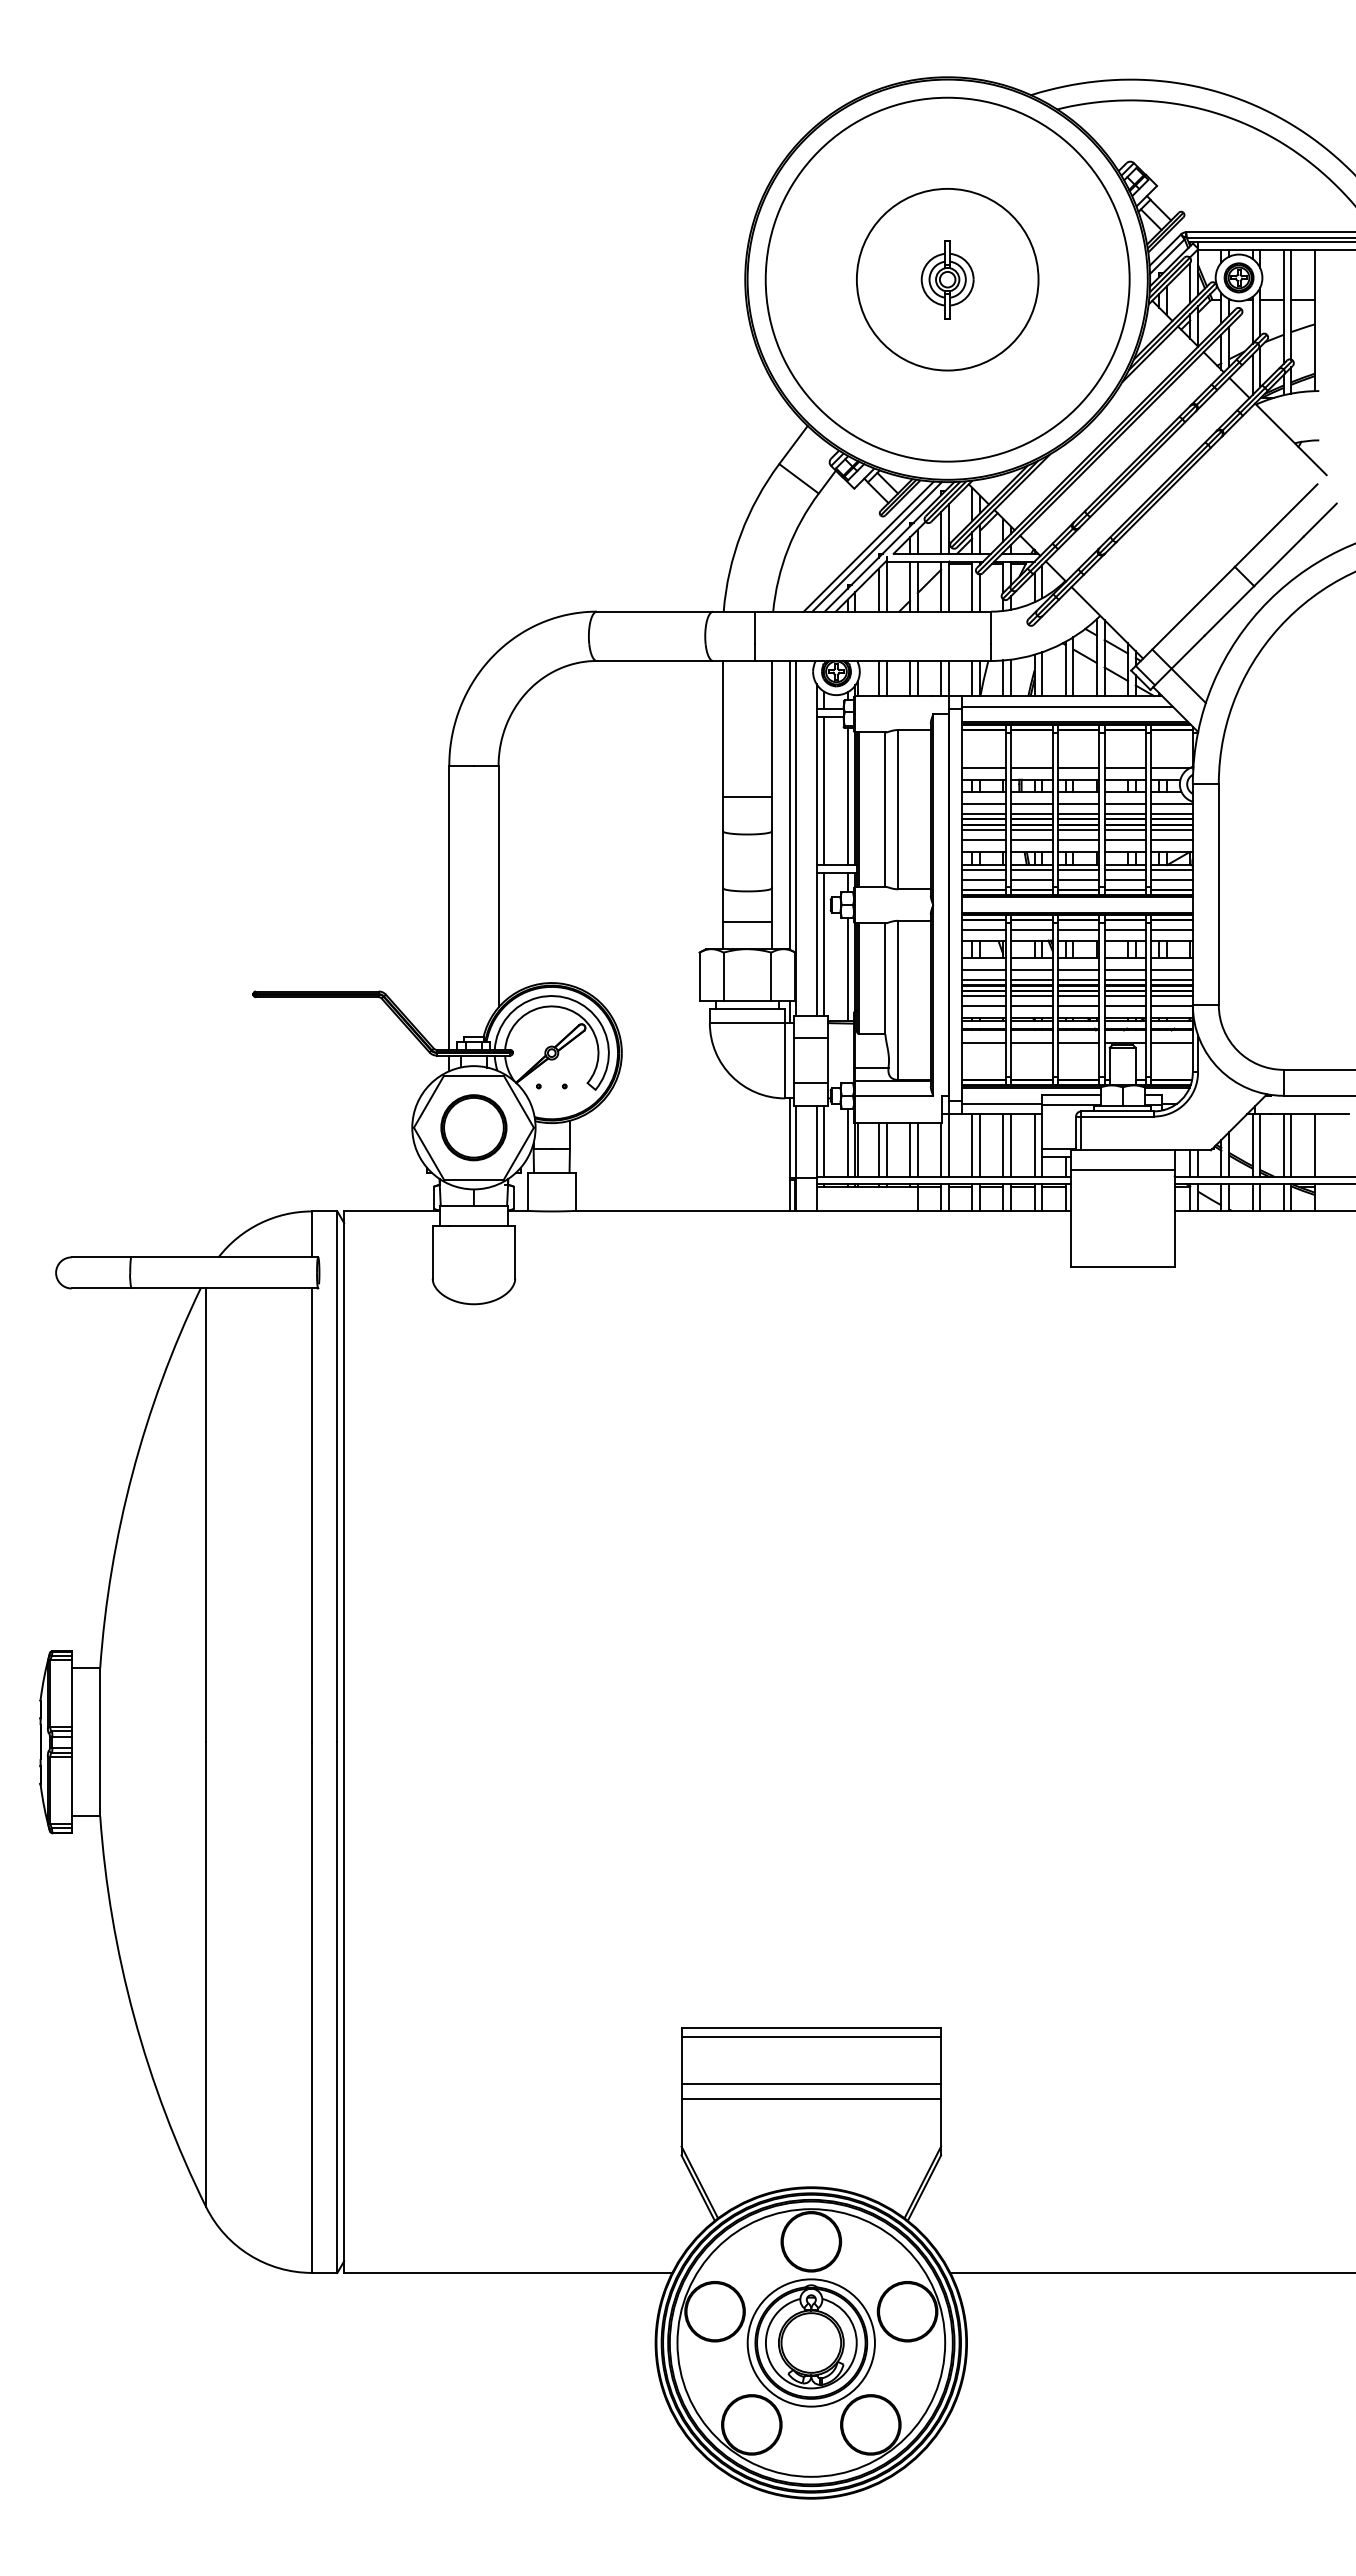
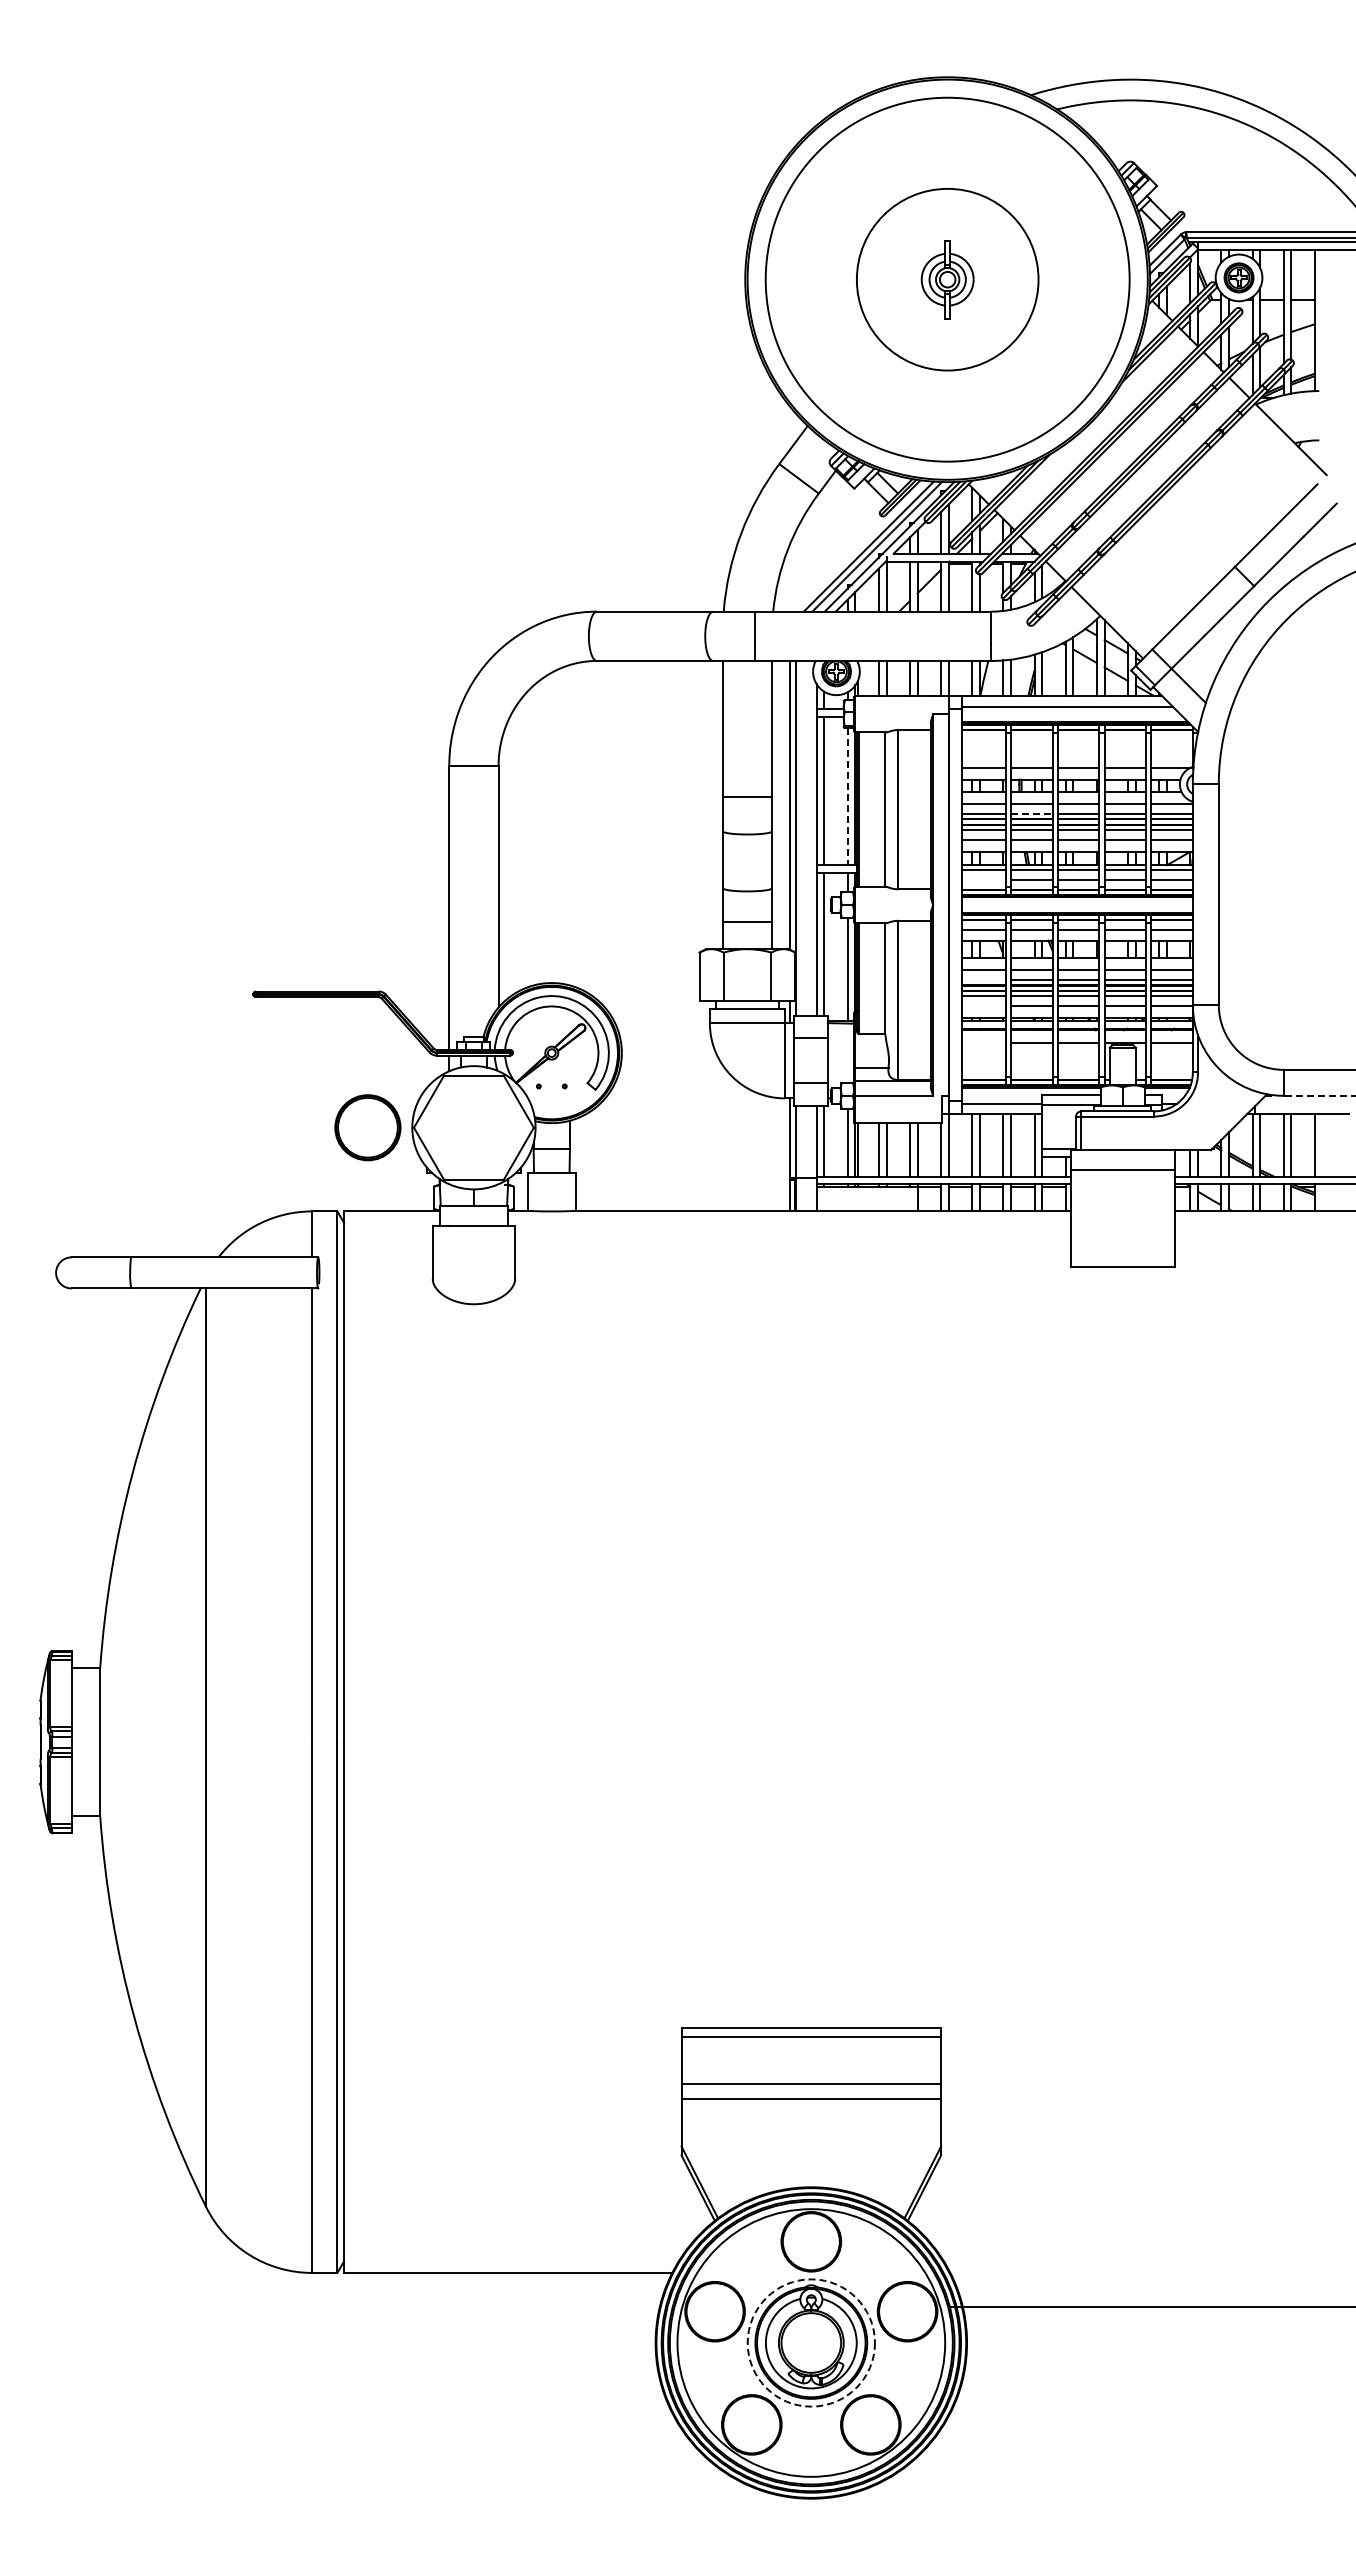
line at (847, 796): solid -> dashed
line at (1031, 813): solid -> dashed
line at (983, 880): present -> none
line at (983, 979): present -> none
line at (983, 1006): present -> none
line at (983, 1042): present -> none
line at (1319, 1095): solid -> dashed
part at (473, 1127) position: (473, 1127) -> (367, 1127)
line at (1151, 2273) position: (1151, 2273) -> (1151, 2307)
circle at (810, 2342): solid -> dashed
